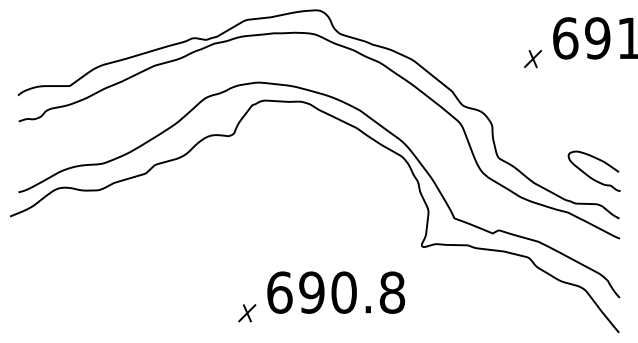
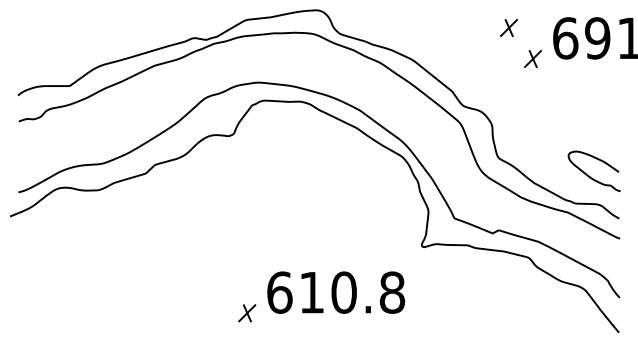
part at (508, 27): none -> present
text at (311, 292): 690.8 -> 610.8
